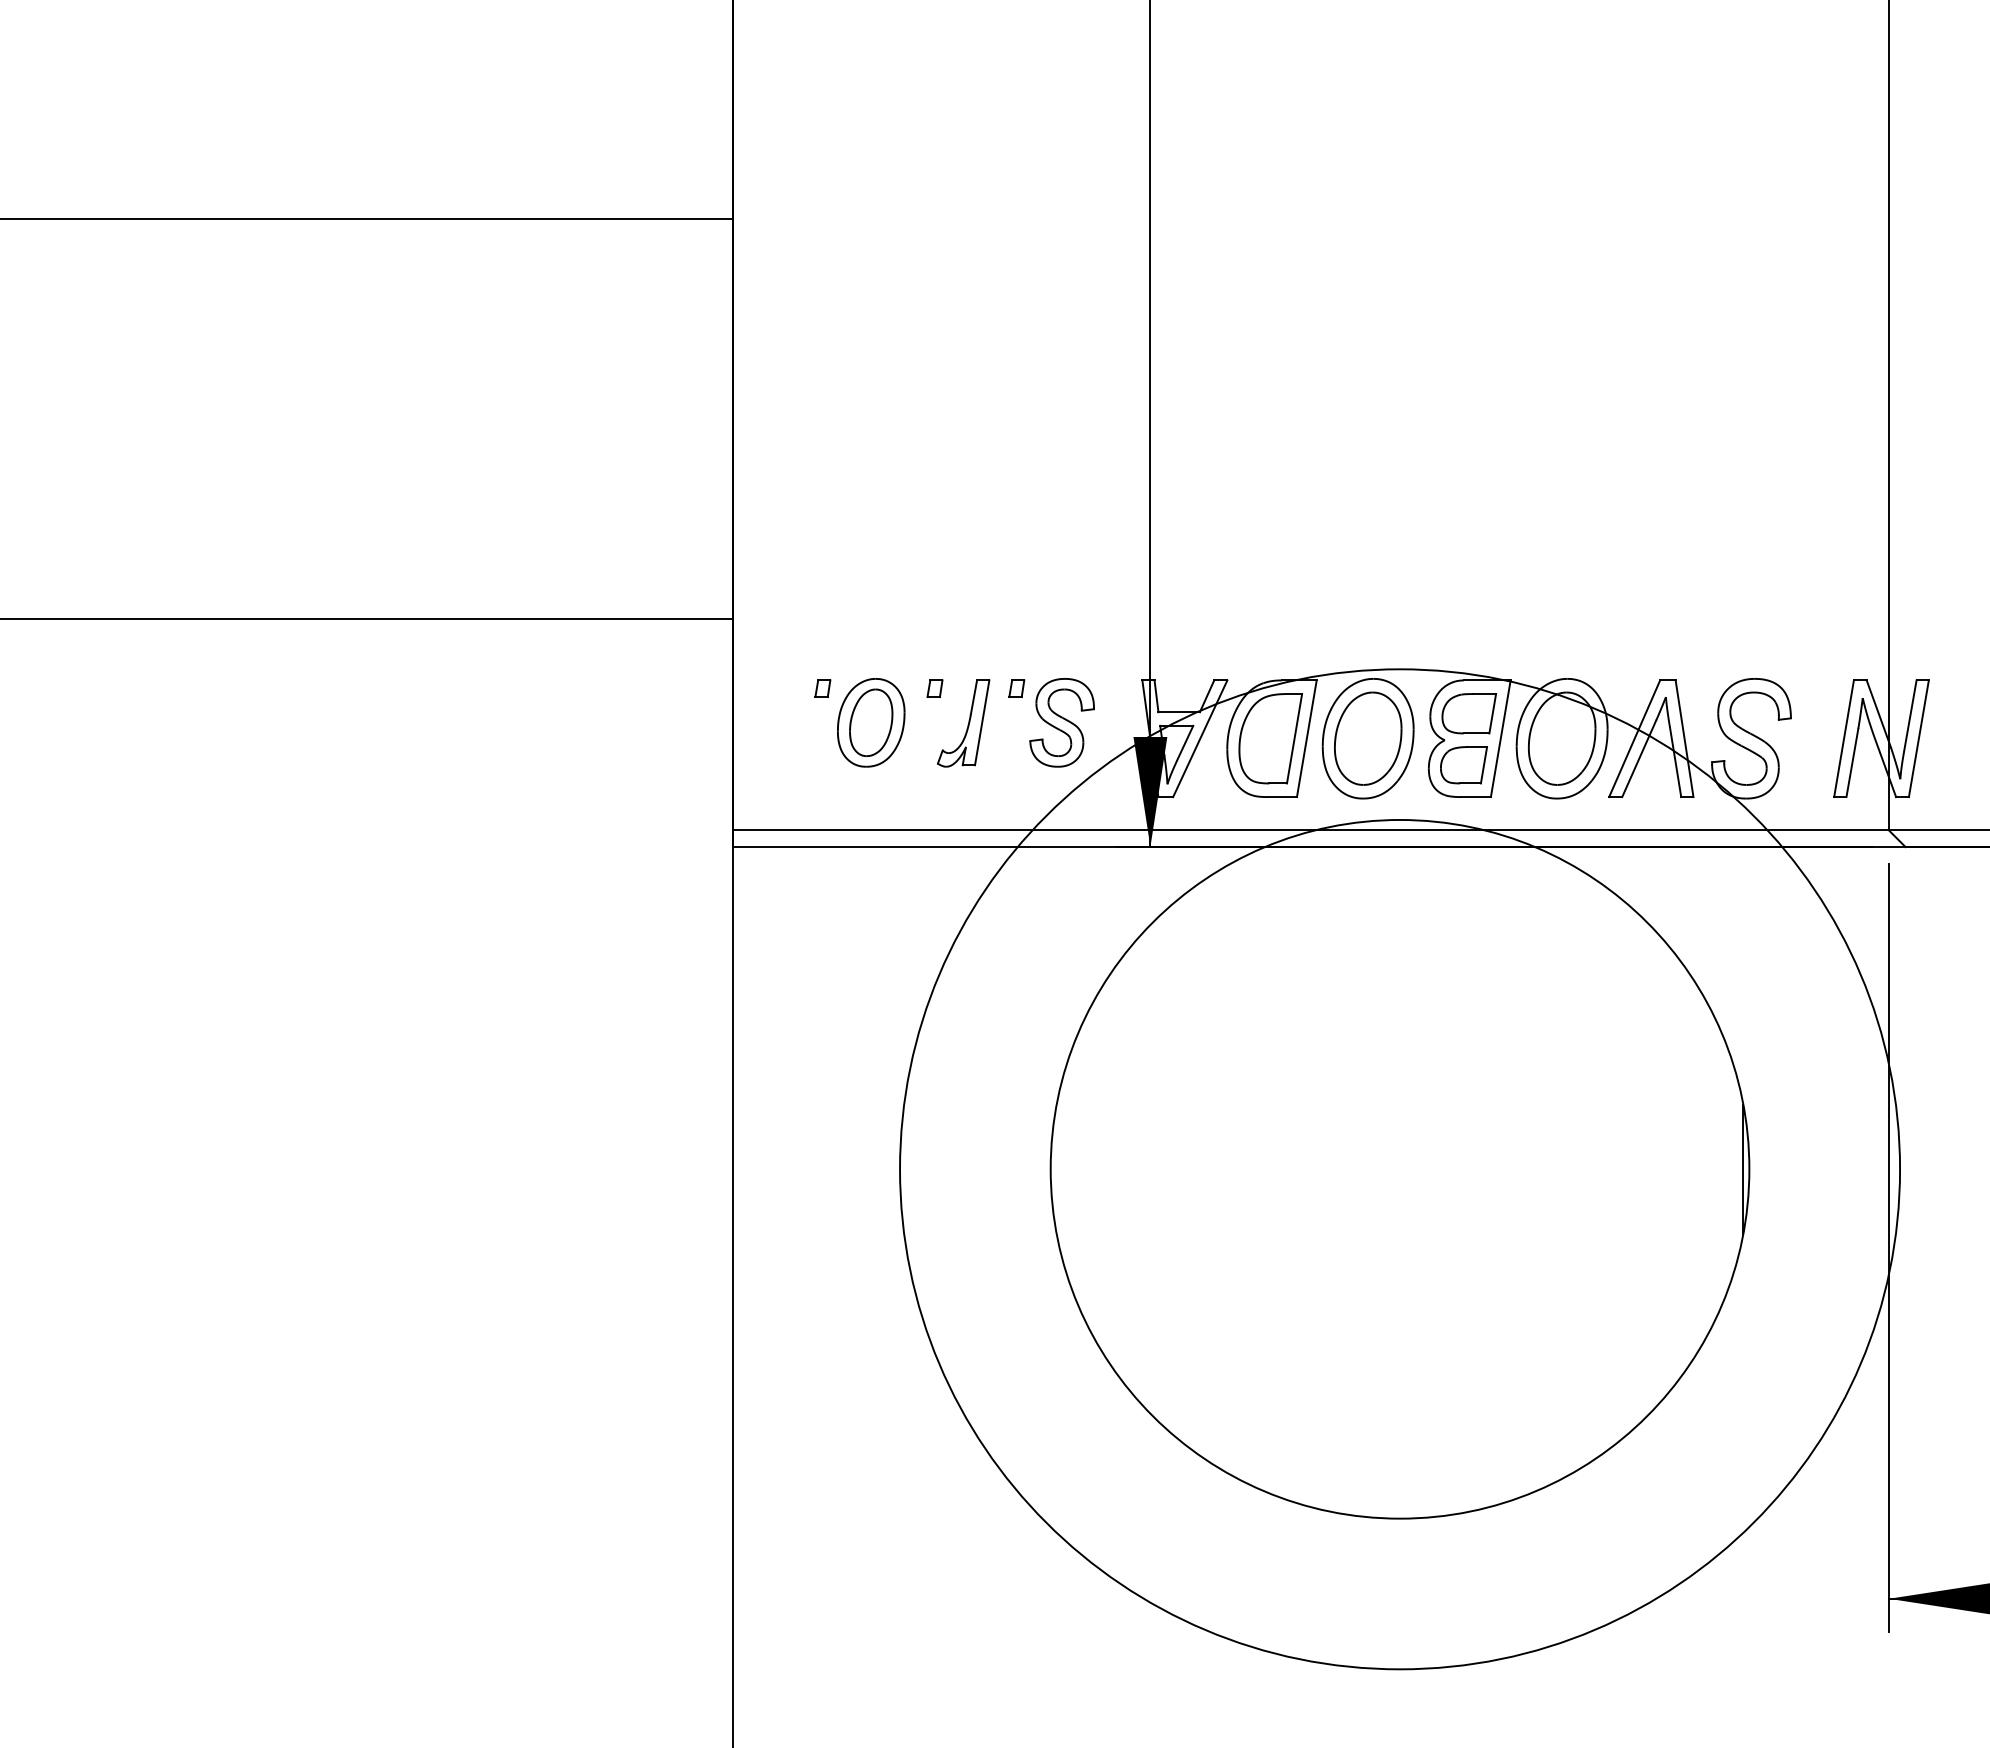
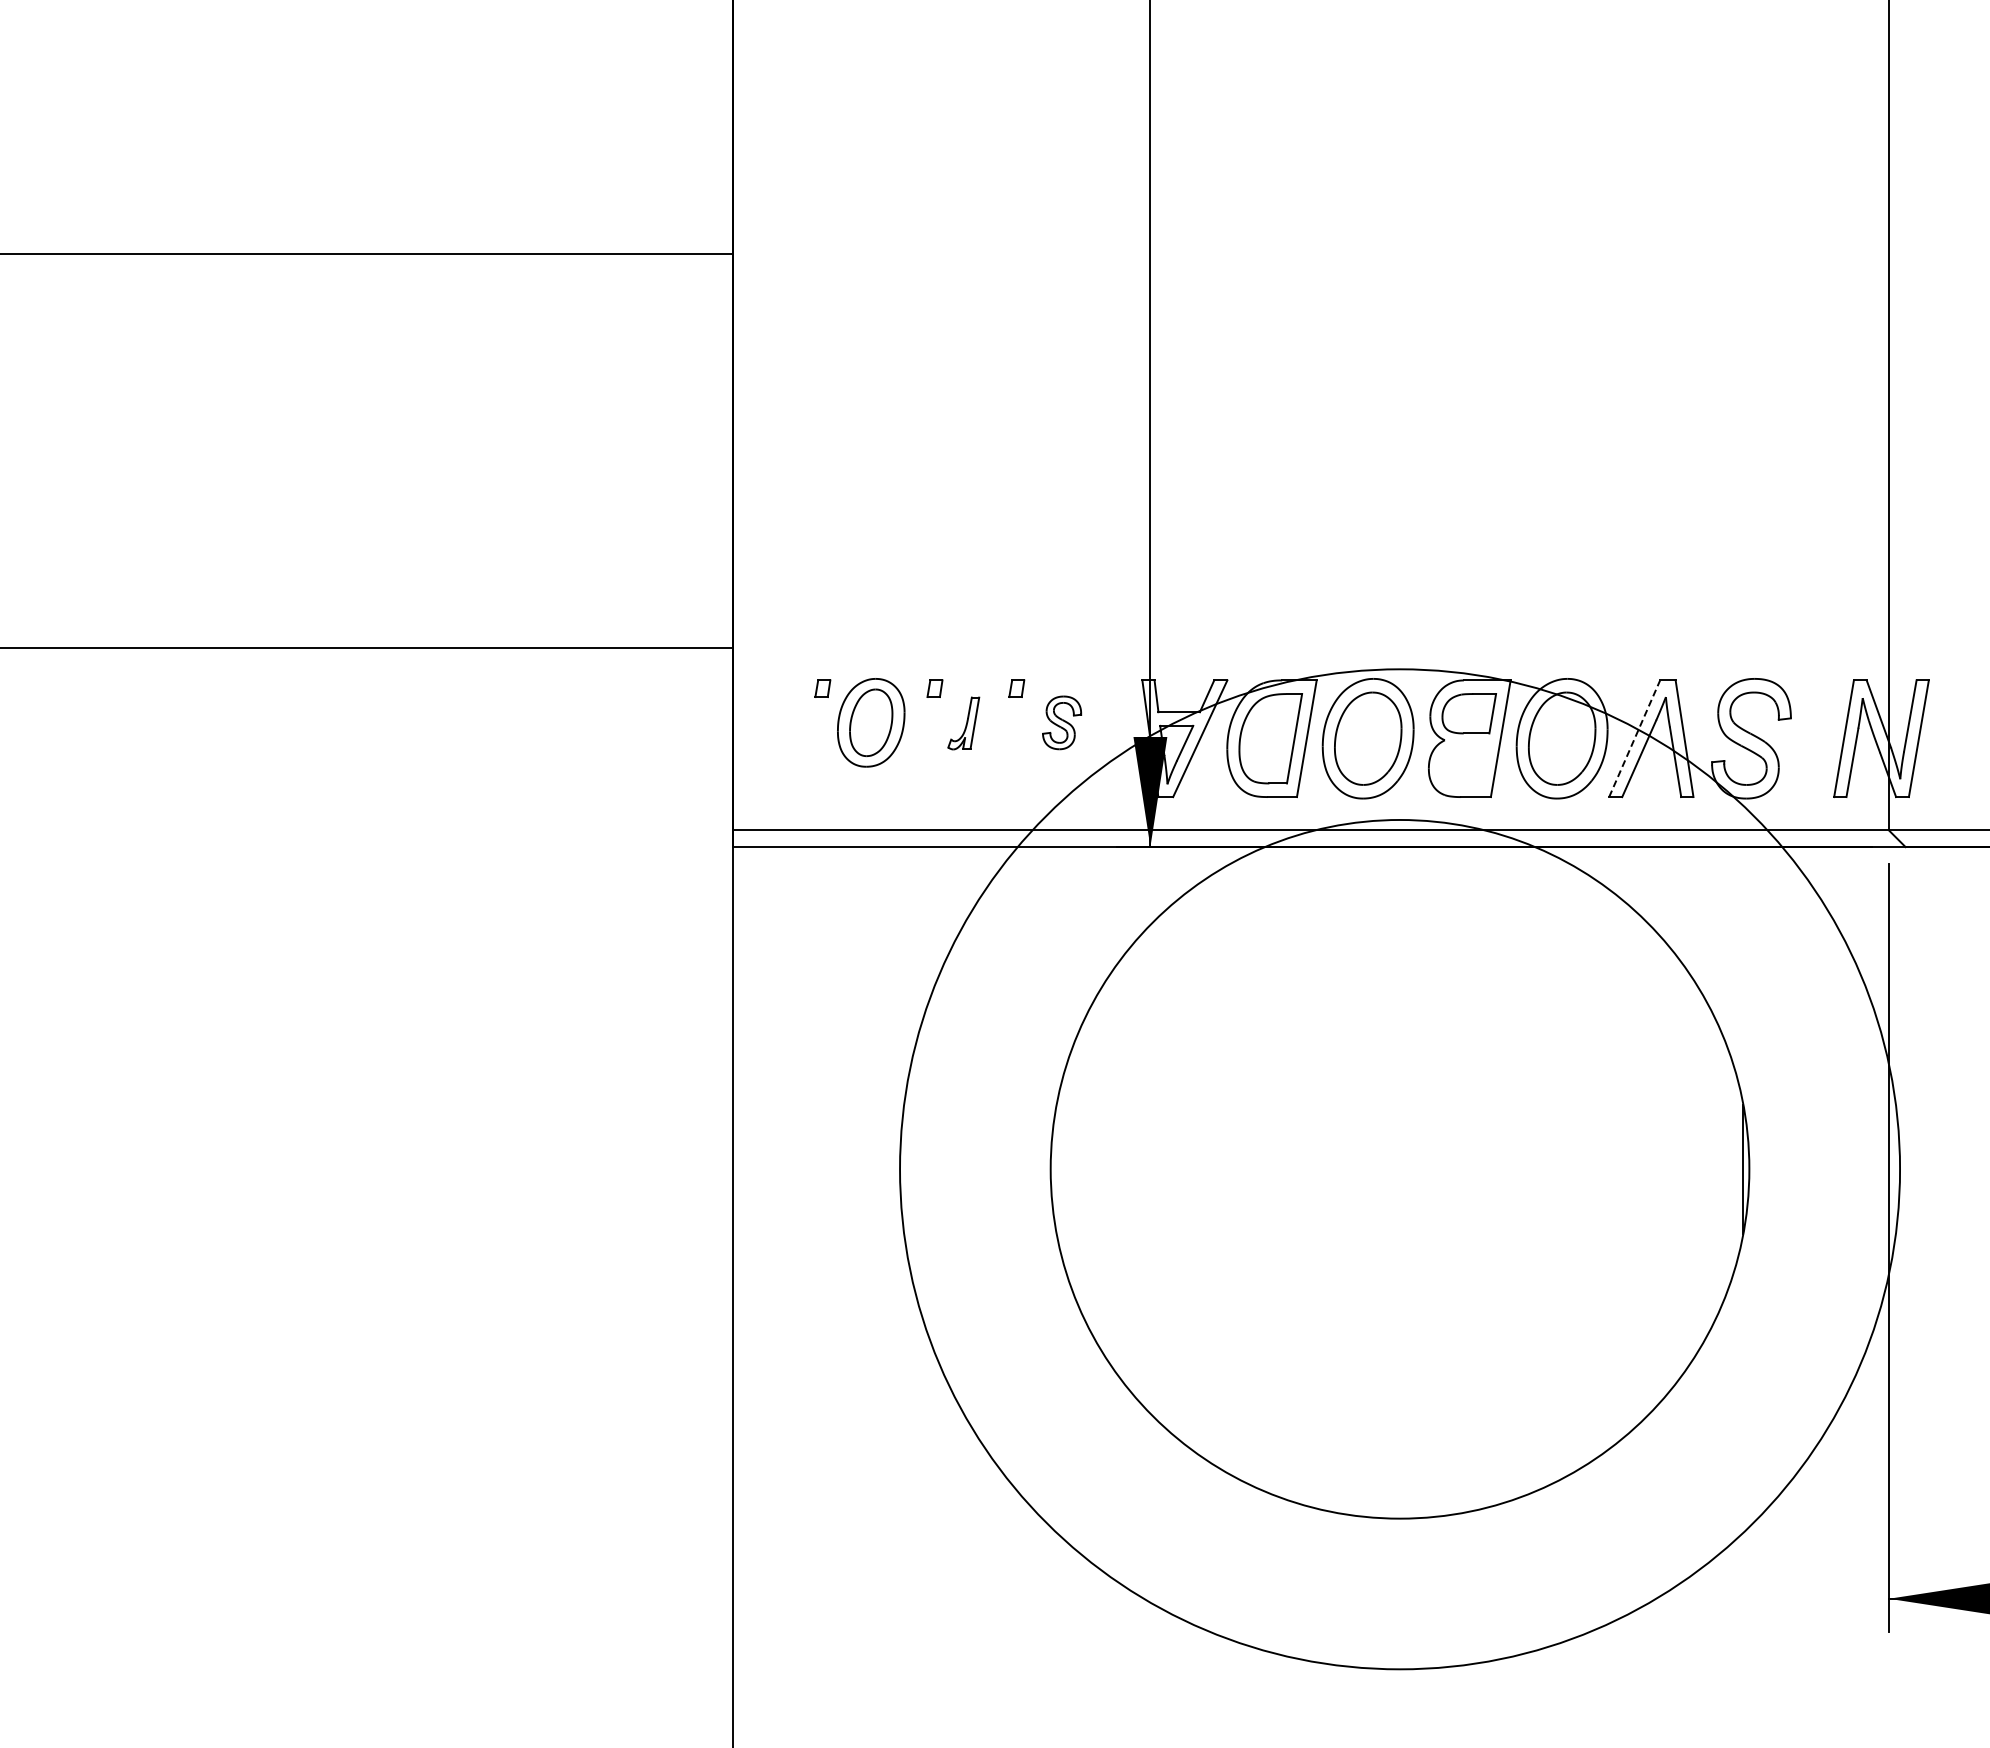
line at (367, 218) position: (367, 218) -> (367, 253)
line at (367, 618) position: (367, 618) -> (367, 647)
part at (1061, 722) size: 66x90 px -> 41x56 px
part at (963, 723) size: 54x89 px -> 34x55 px
line at (1634, 738): solid -> dashed
part at (1463, 765): present -> none
